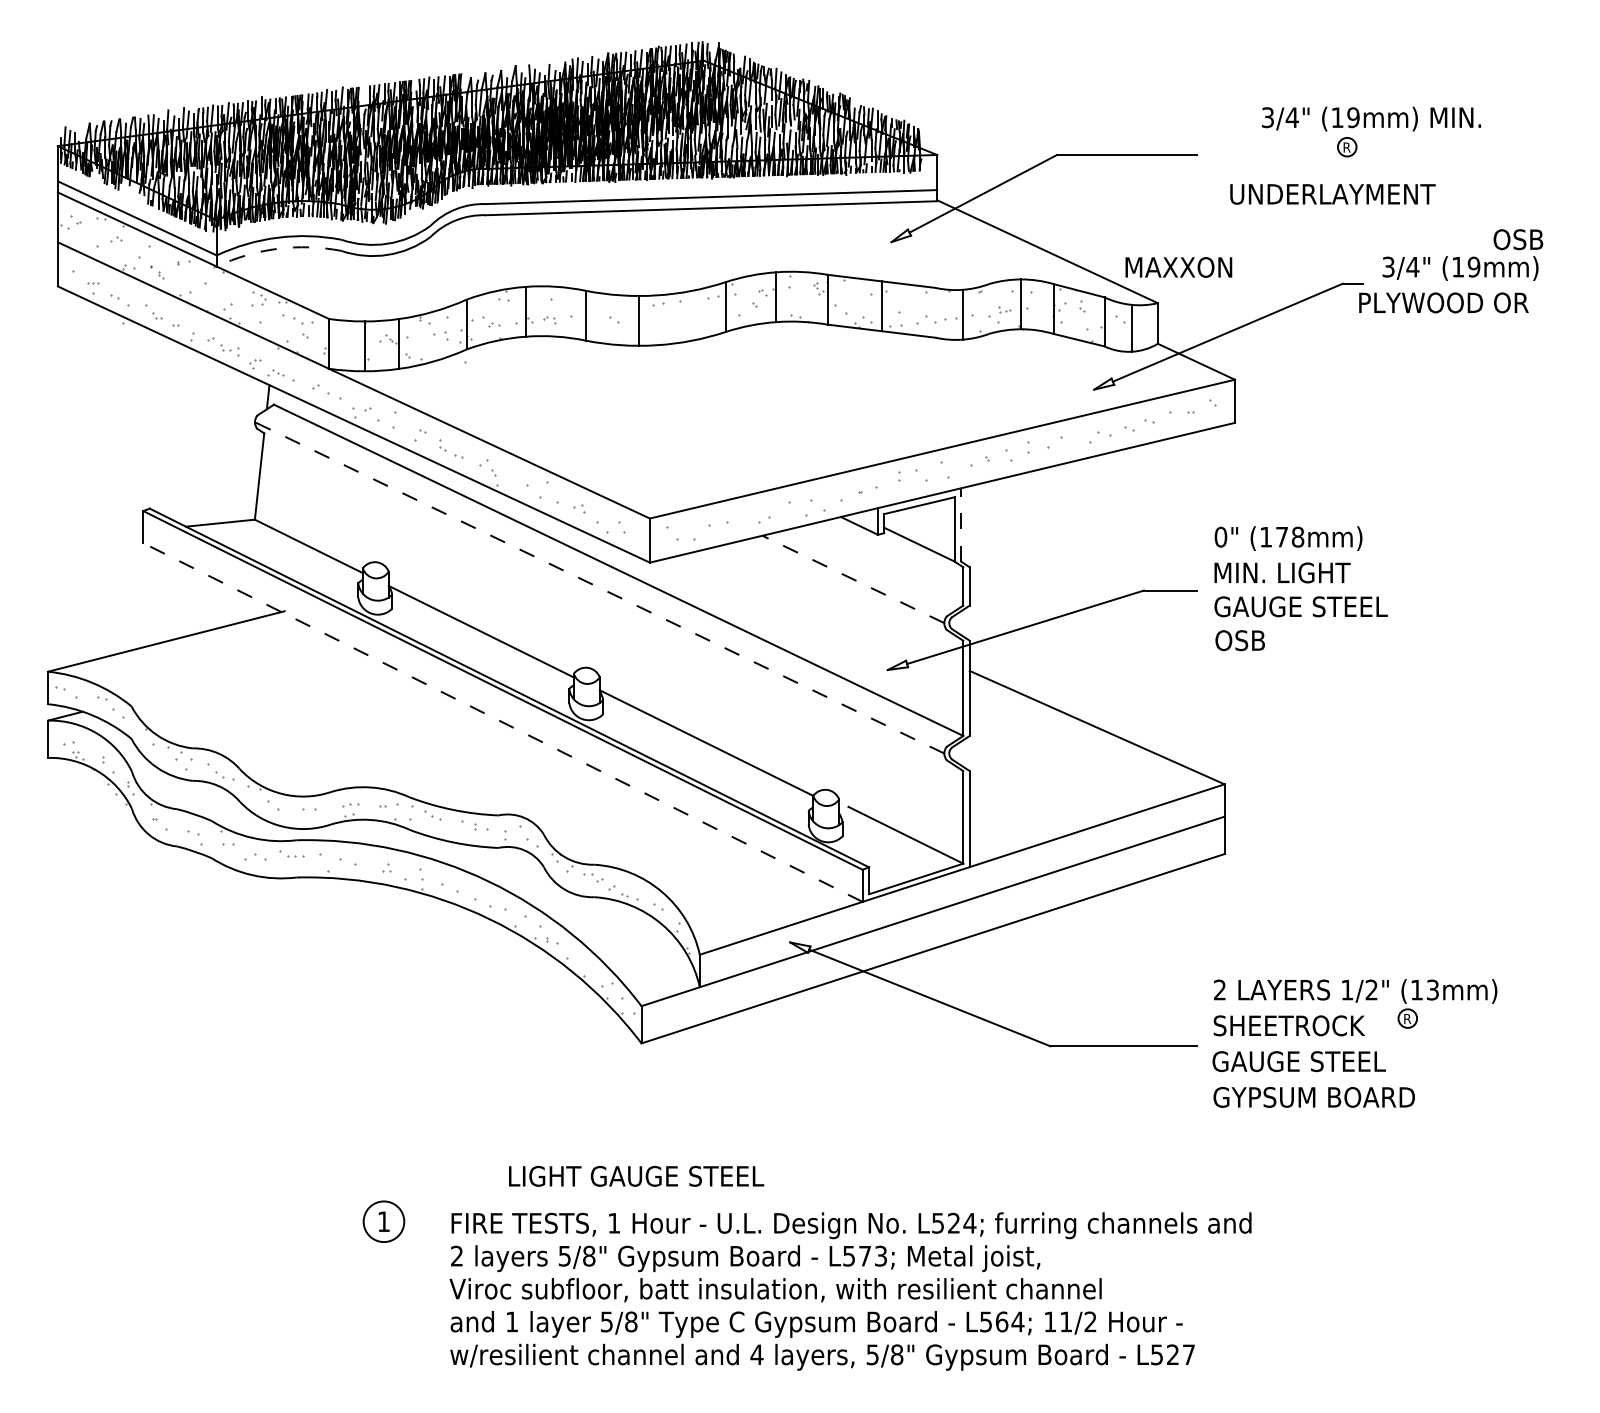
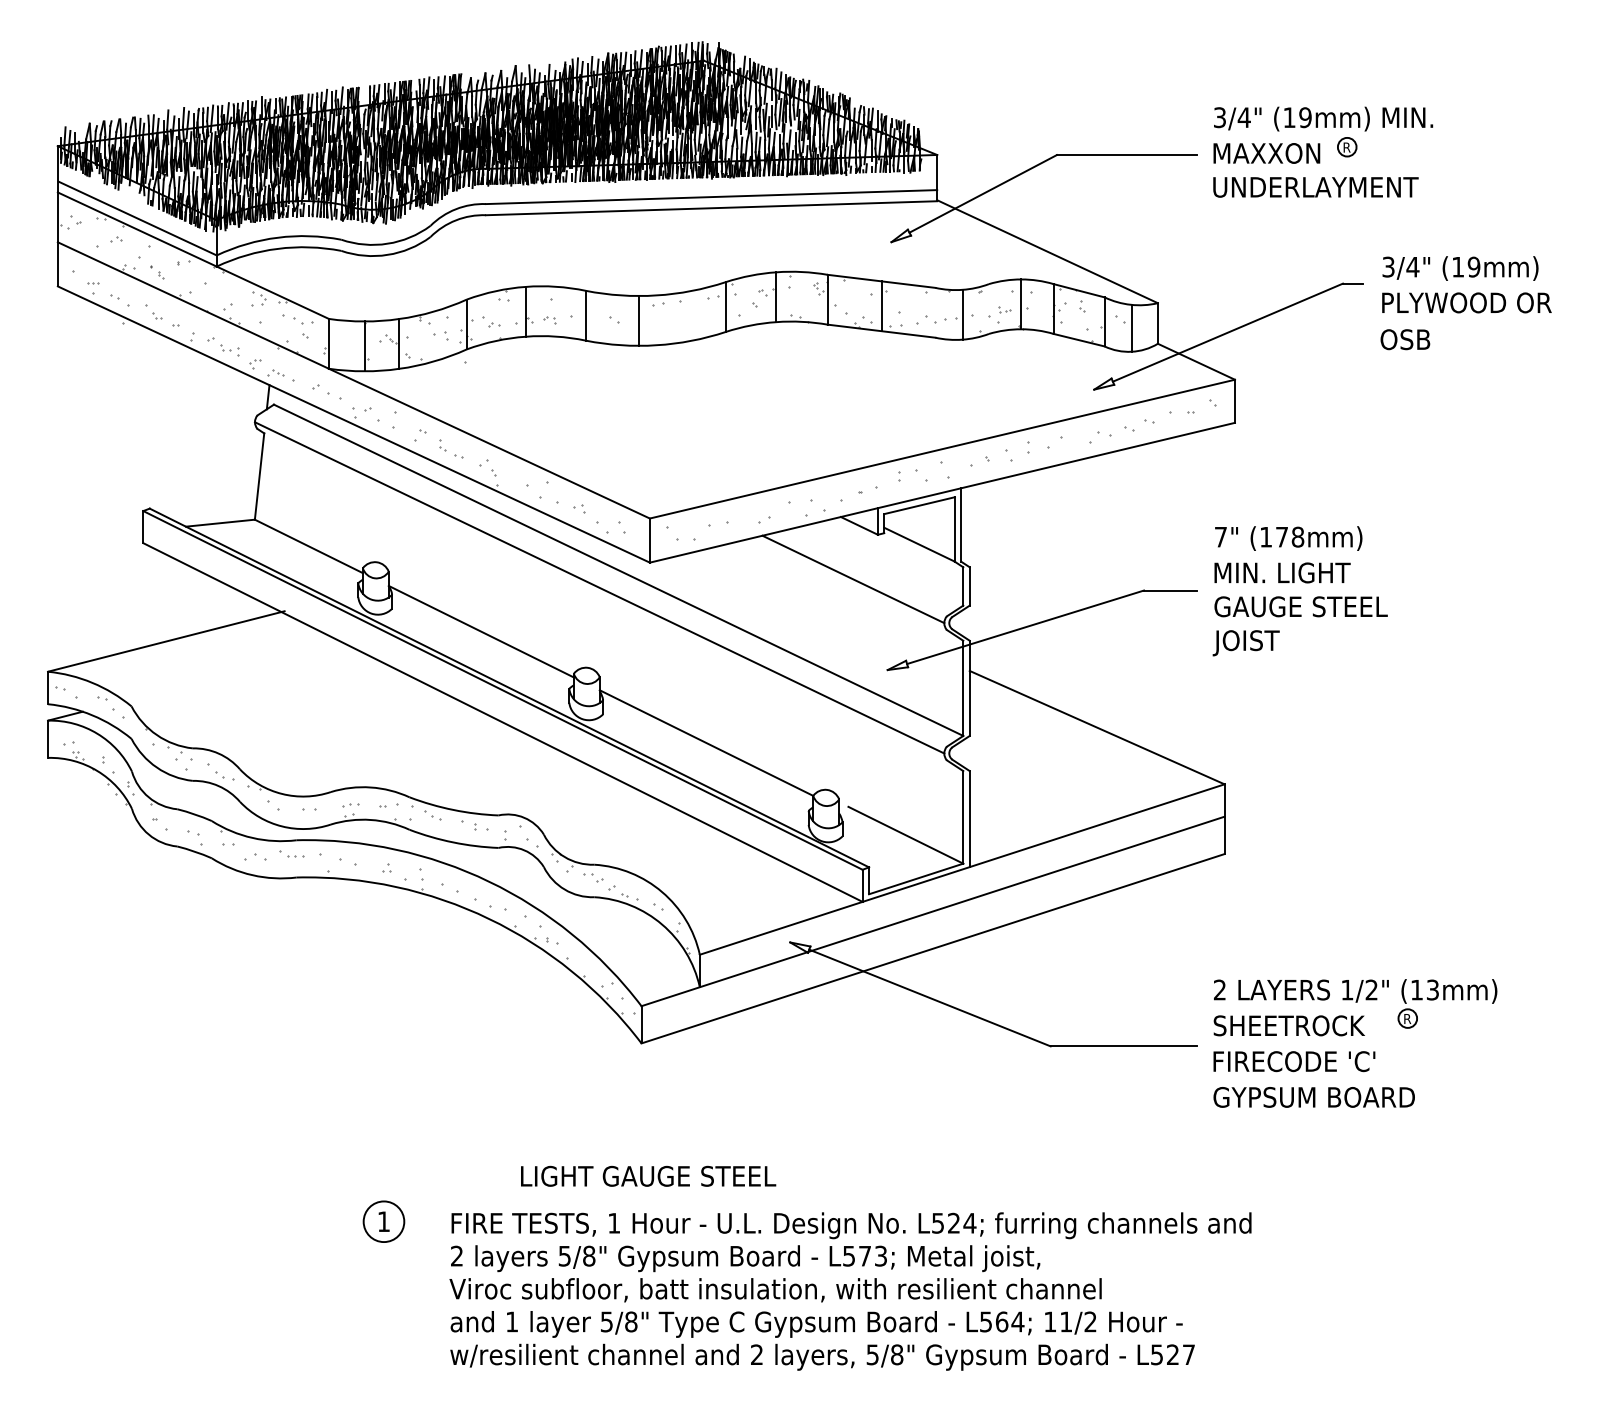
text at (1371, 118) position: (1371, 118) -> (1323, 118)
text at (1332, 194) position: (1332, 194) -> (1315, 187)
text at (1518, 239) position: (1518, 239) -> (1405, 339)
arc at (277, 248): dashed -> solid
text at (1178, 267) position: (1178, 267) -> (1266, 153)
text at (1443, 302) position: (1443, 302) -> (1466, 302)
line at (961, 525): dashed -> solid
text at (1220, 536): 0" -> 7"
line at (853, 579): dashed -> solid
line at (599, 587): dashed -> solid
text at (1245, 643): OSB -> JOIST
line at (502, 722): dashed -> solid
text at (1298, 1061): GAUGE STEEL -> FIRECODE 'C'
text at (636, 1175) position: (636, 1175) -> (648, 1175)
text at (756, 1354): 4 -> 2
